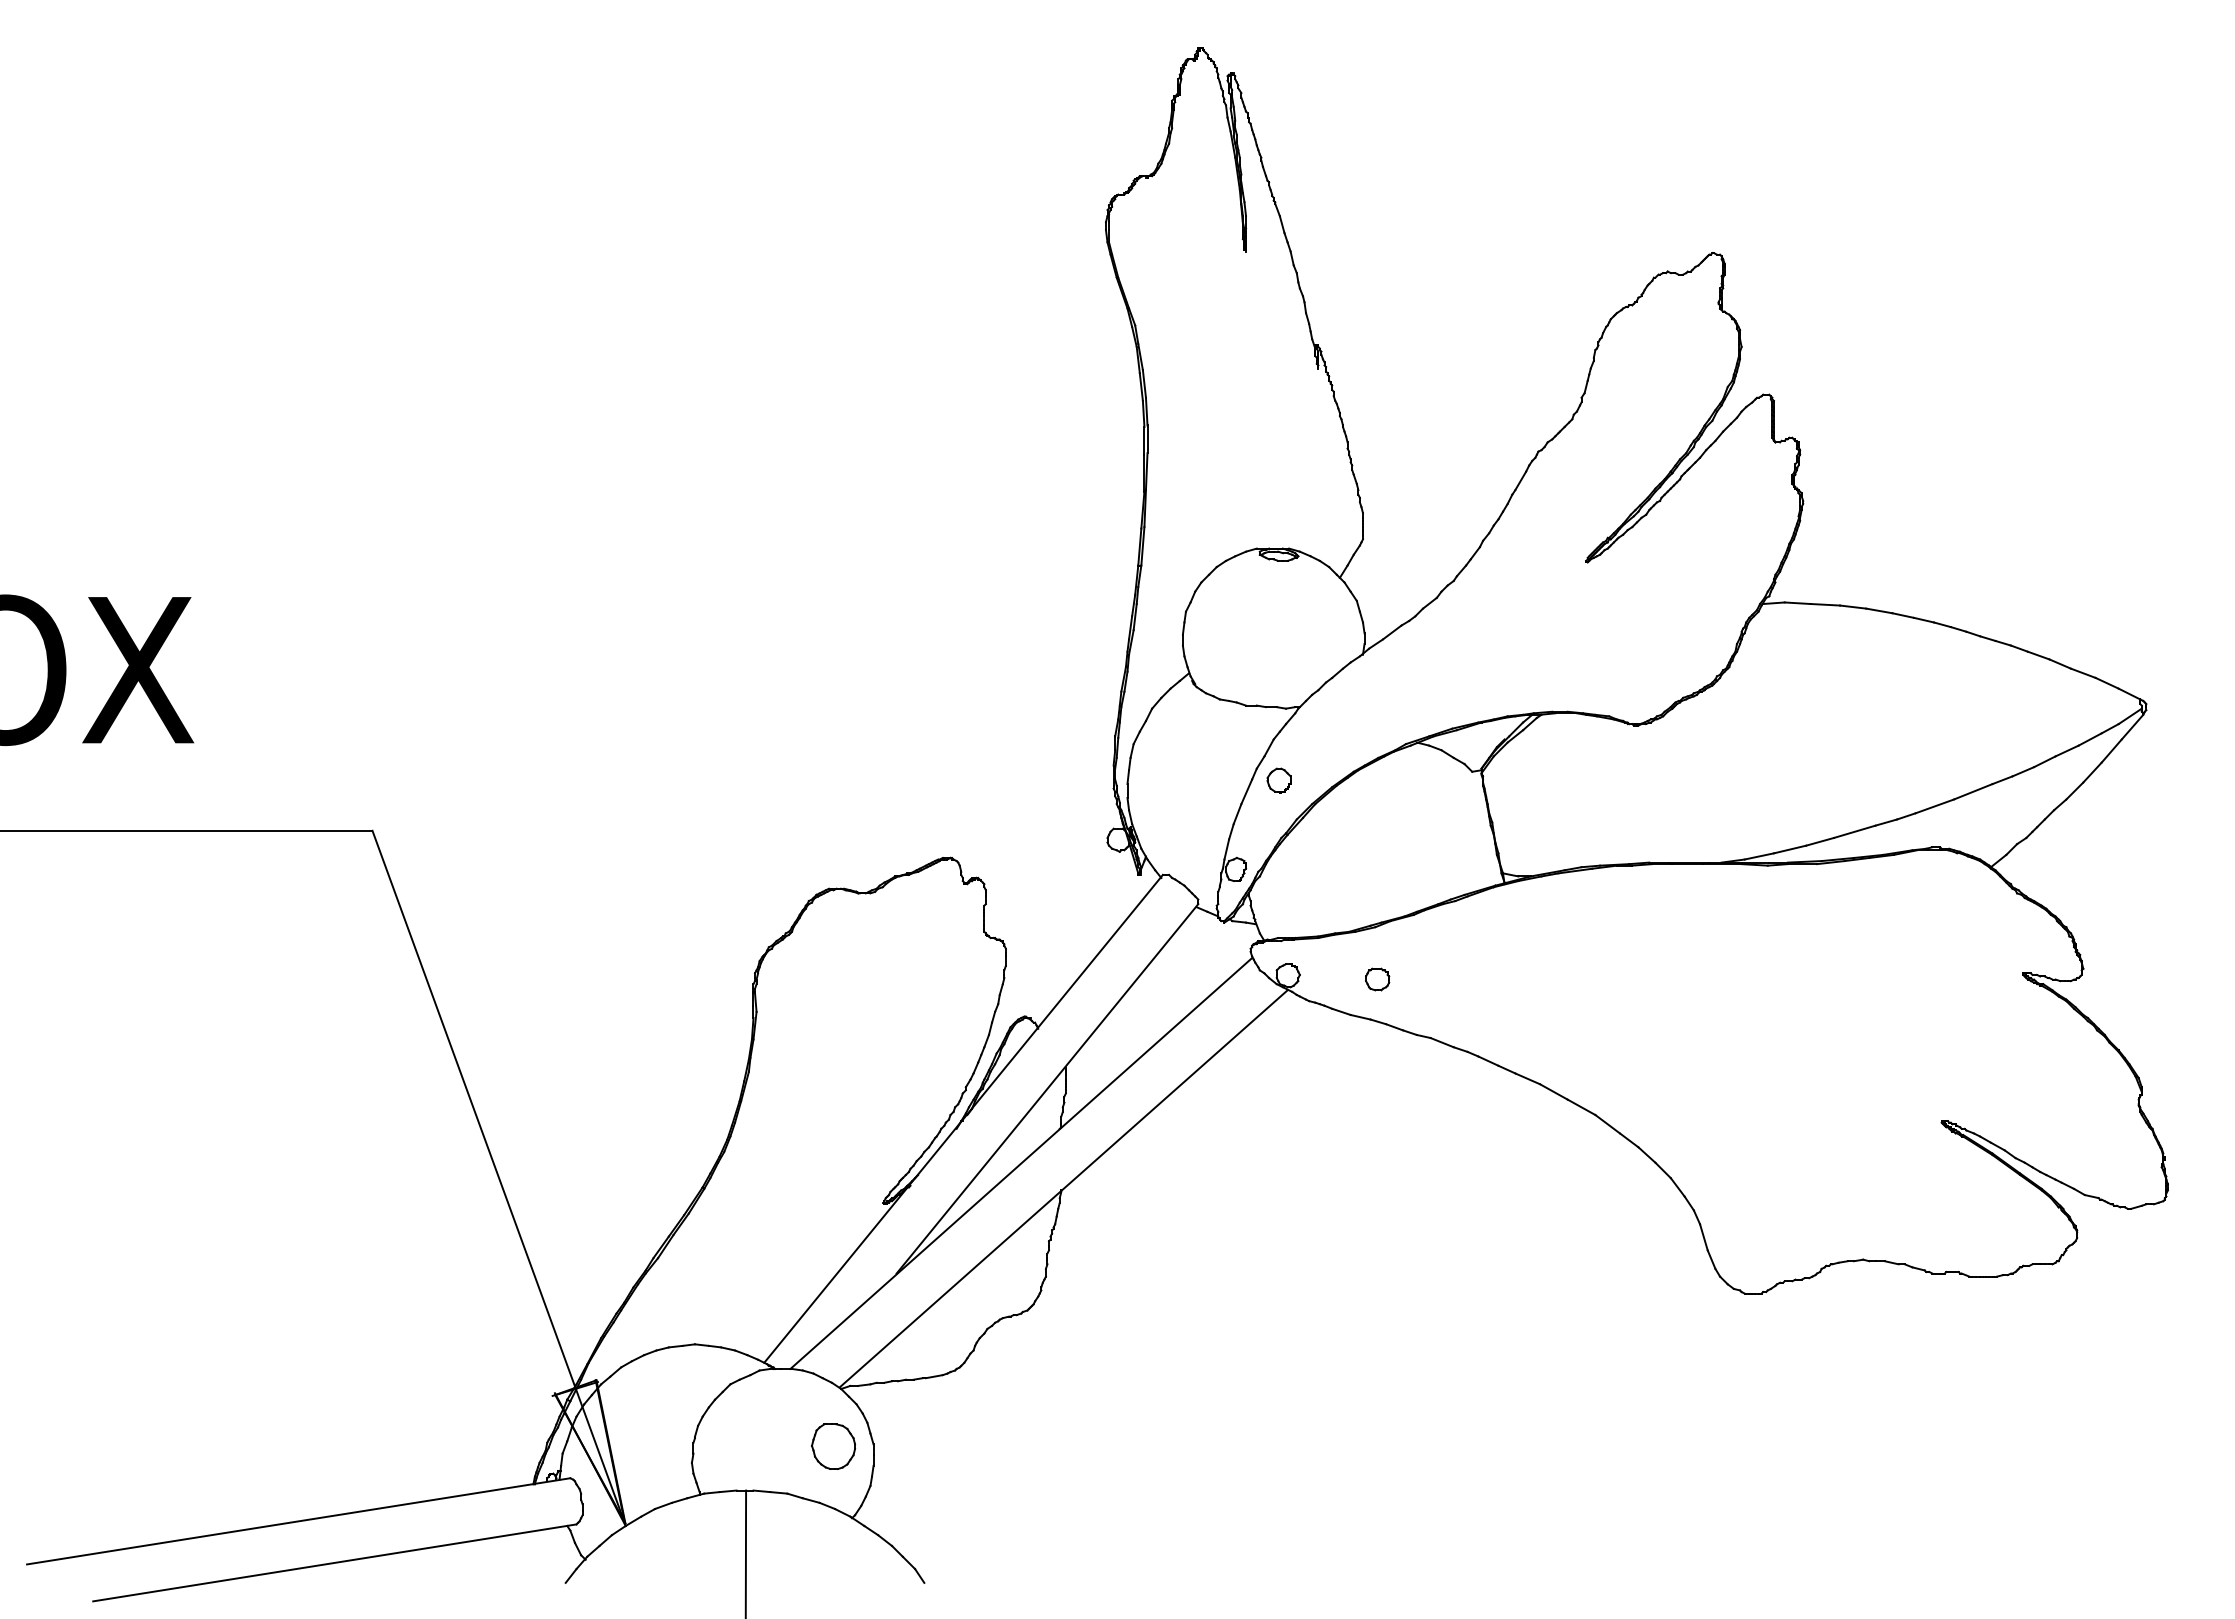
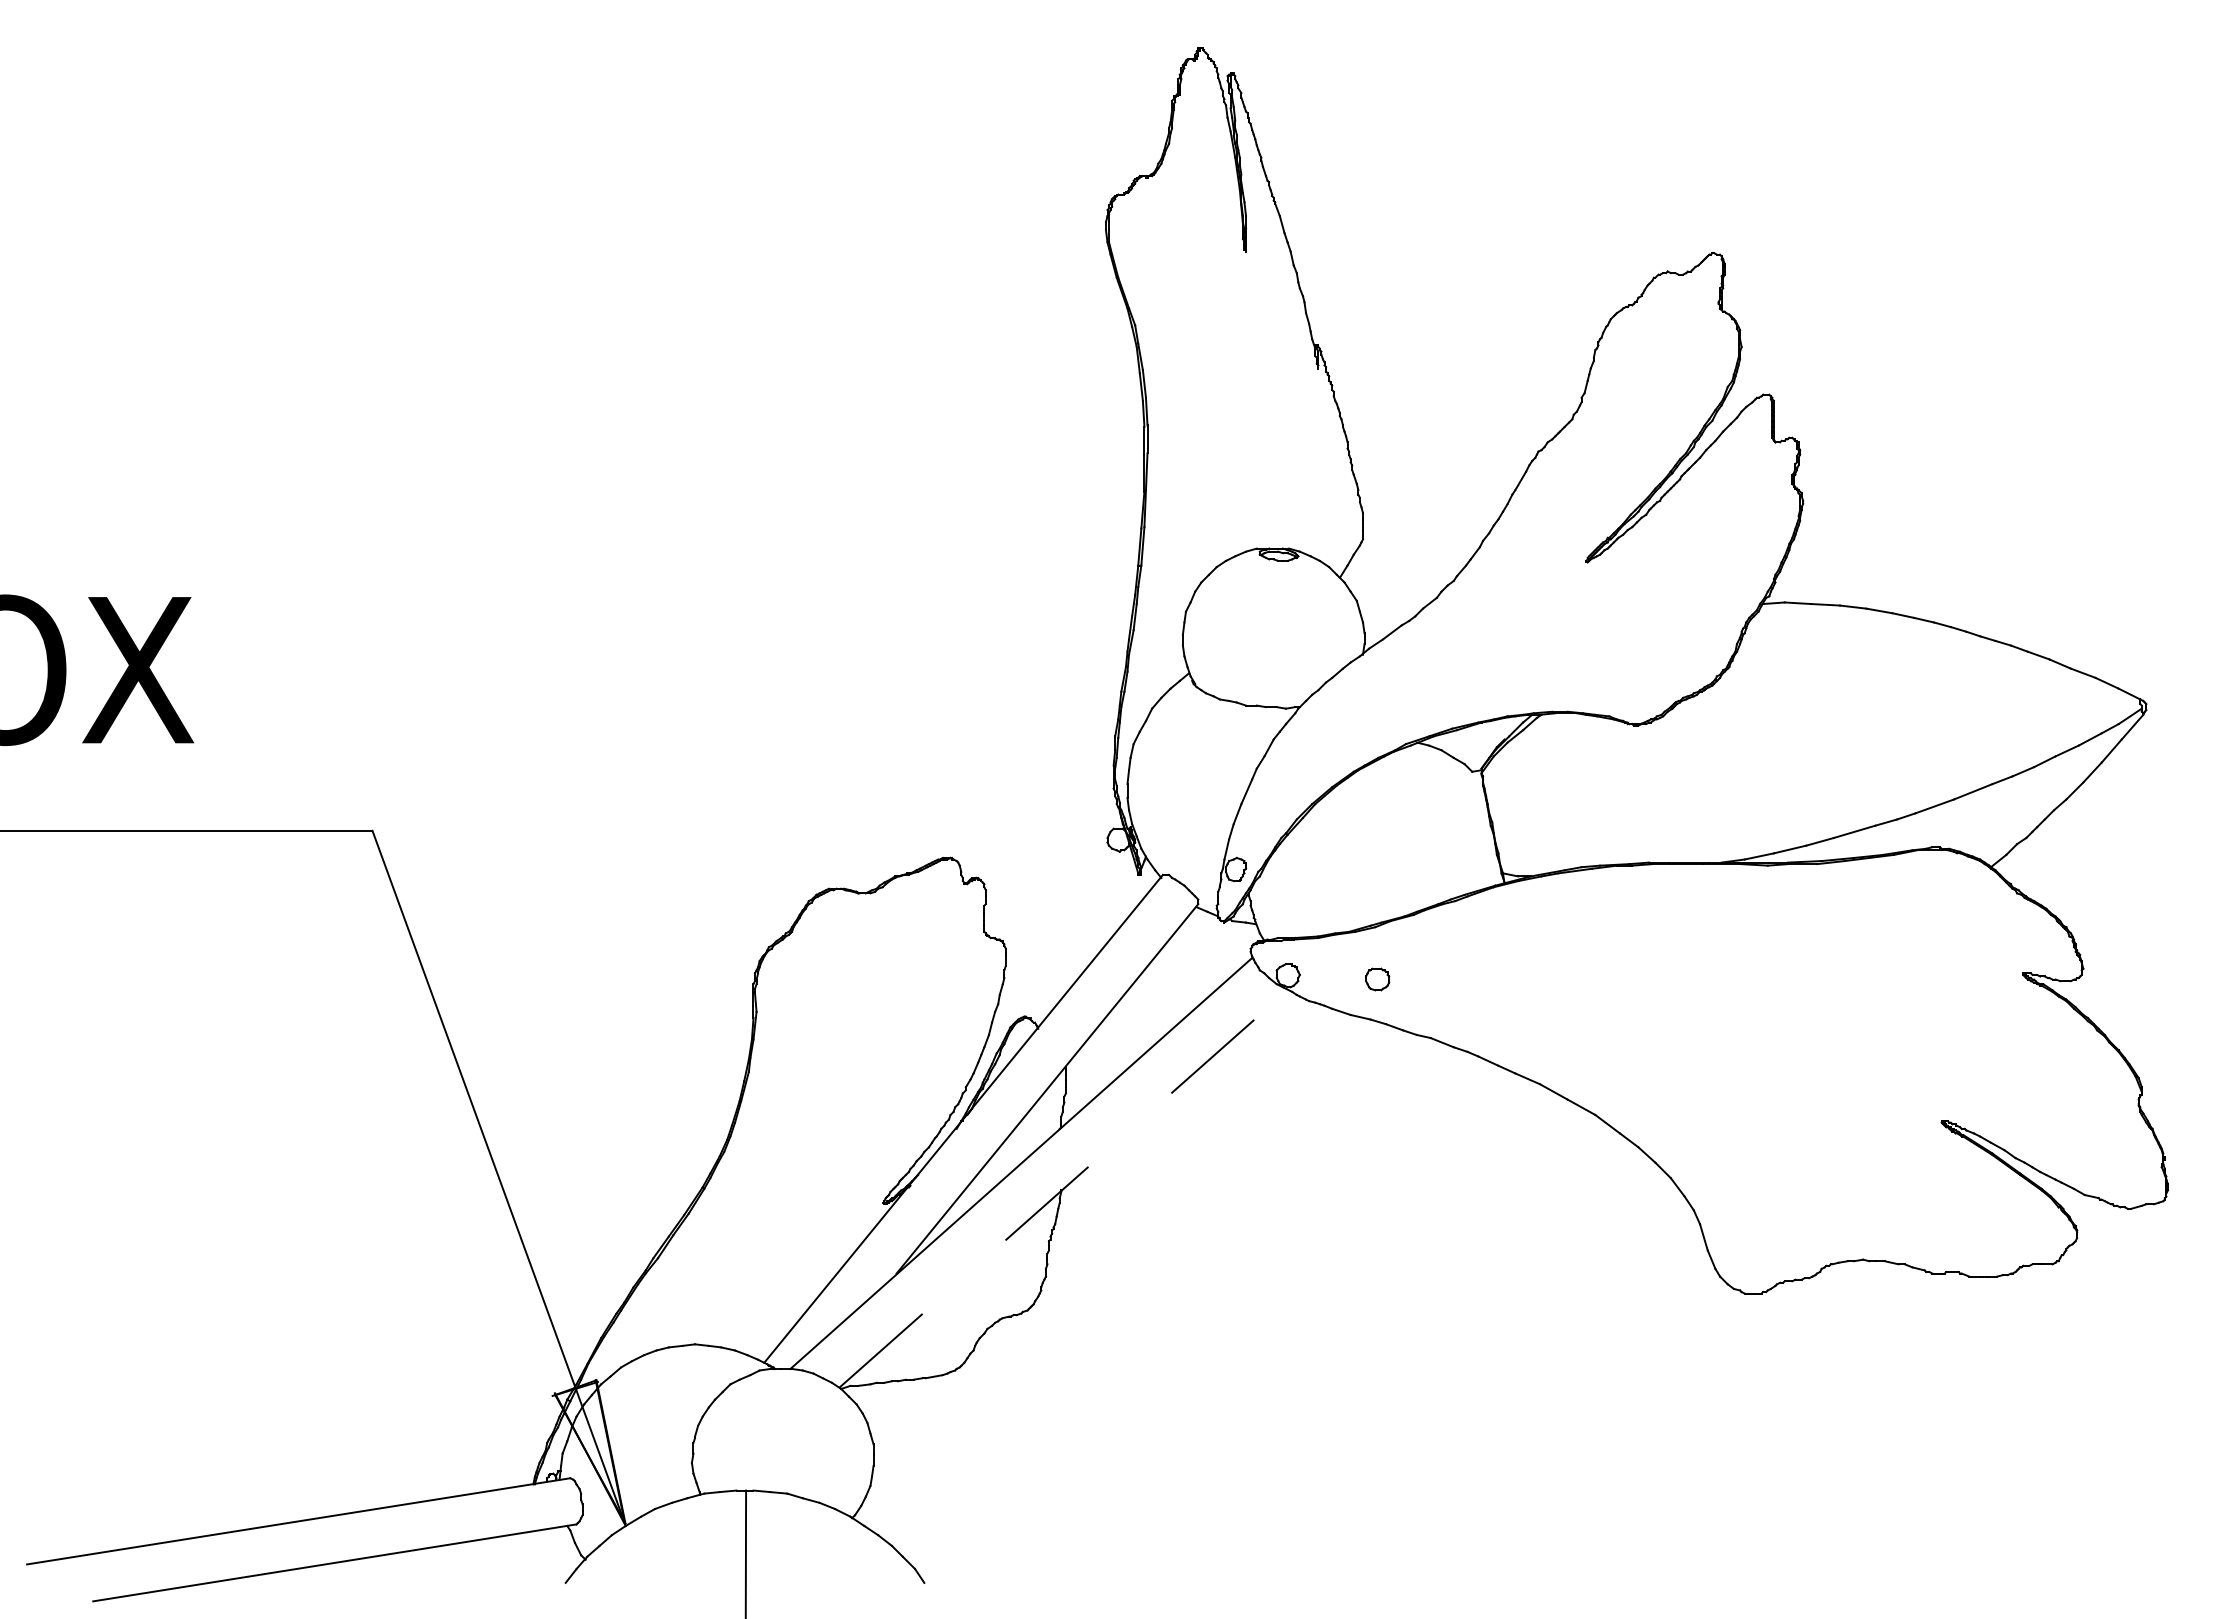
part at (1278, 780): present -> none
line at (1064, 1188): solid -> dashed
part at (833, 1446): present -> none
